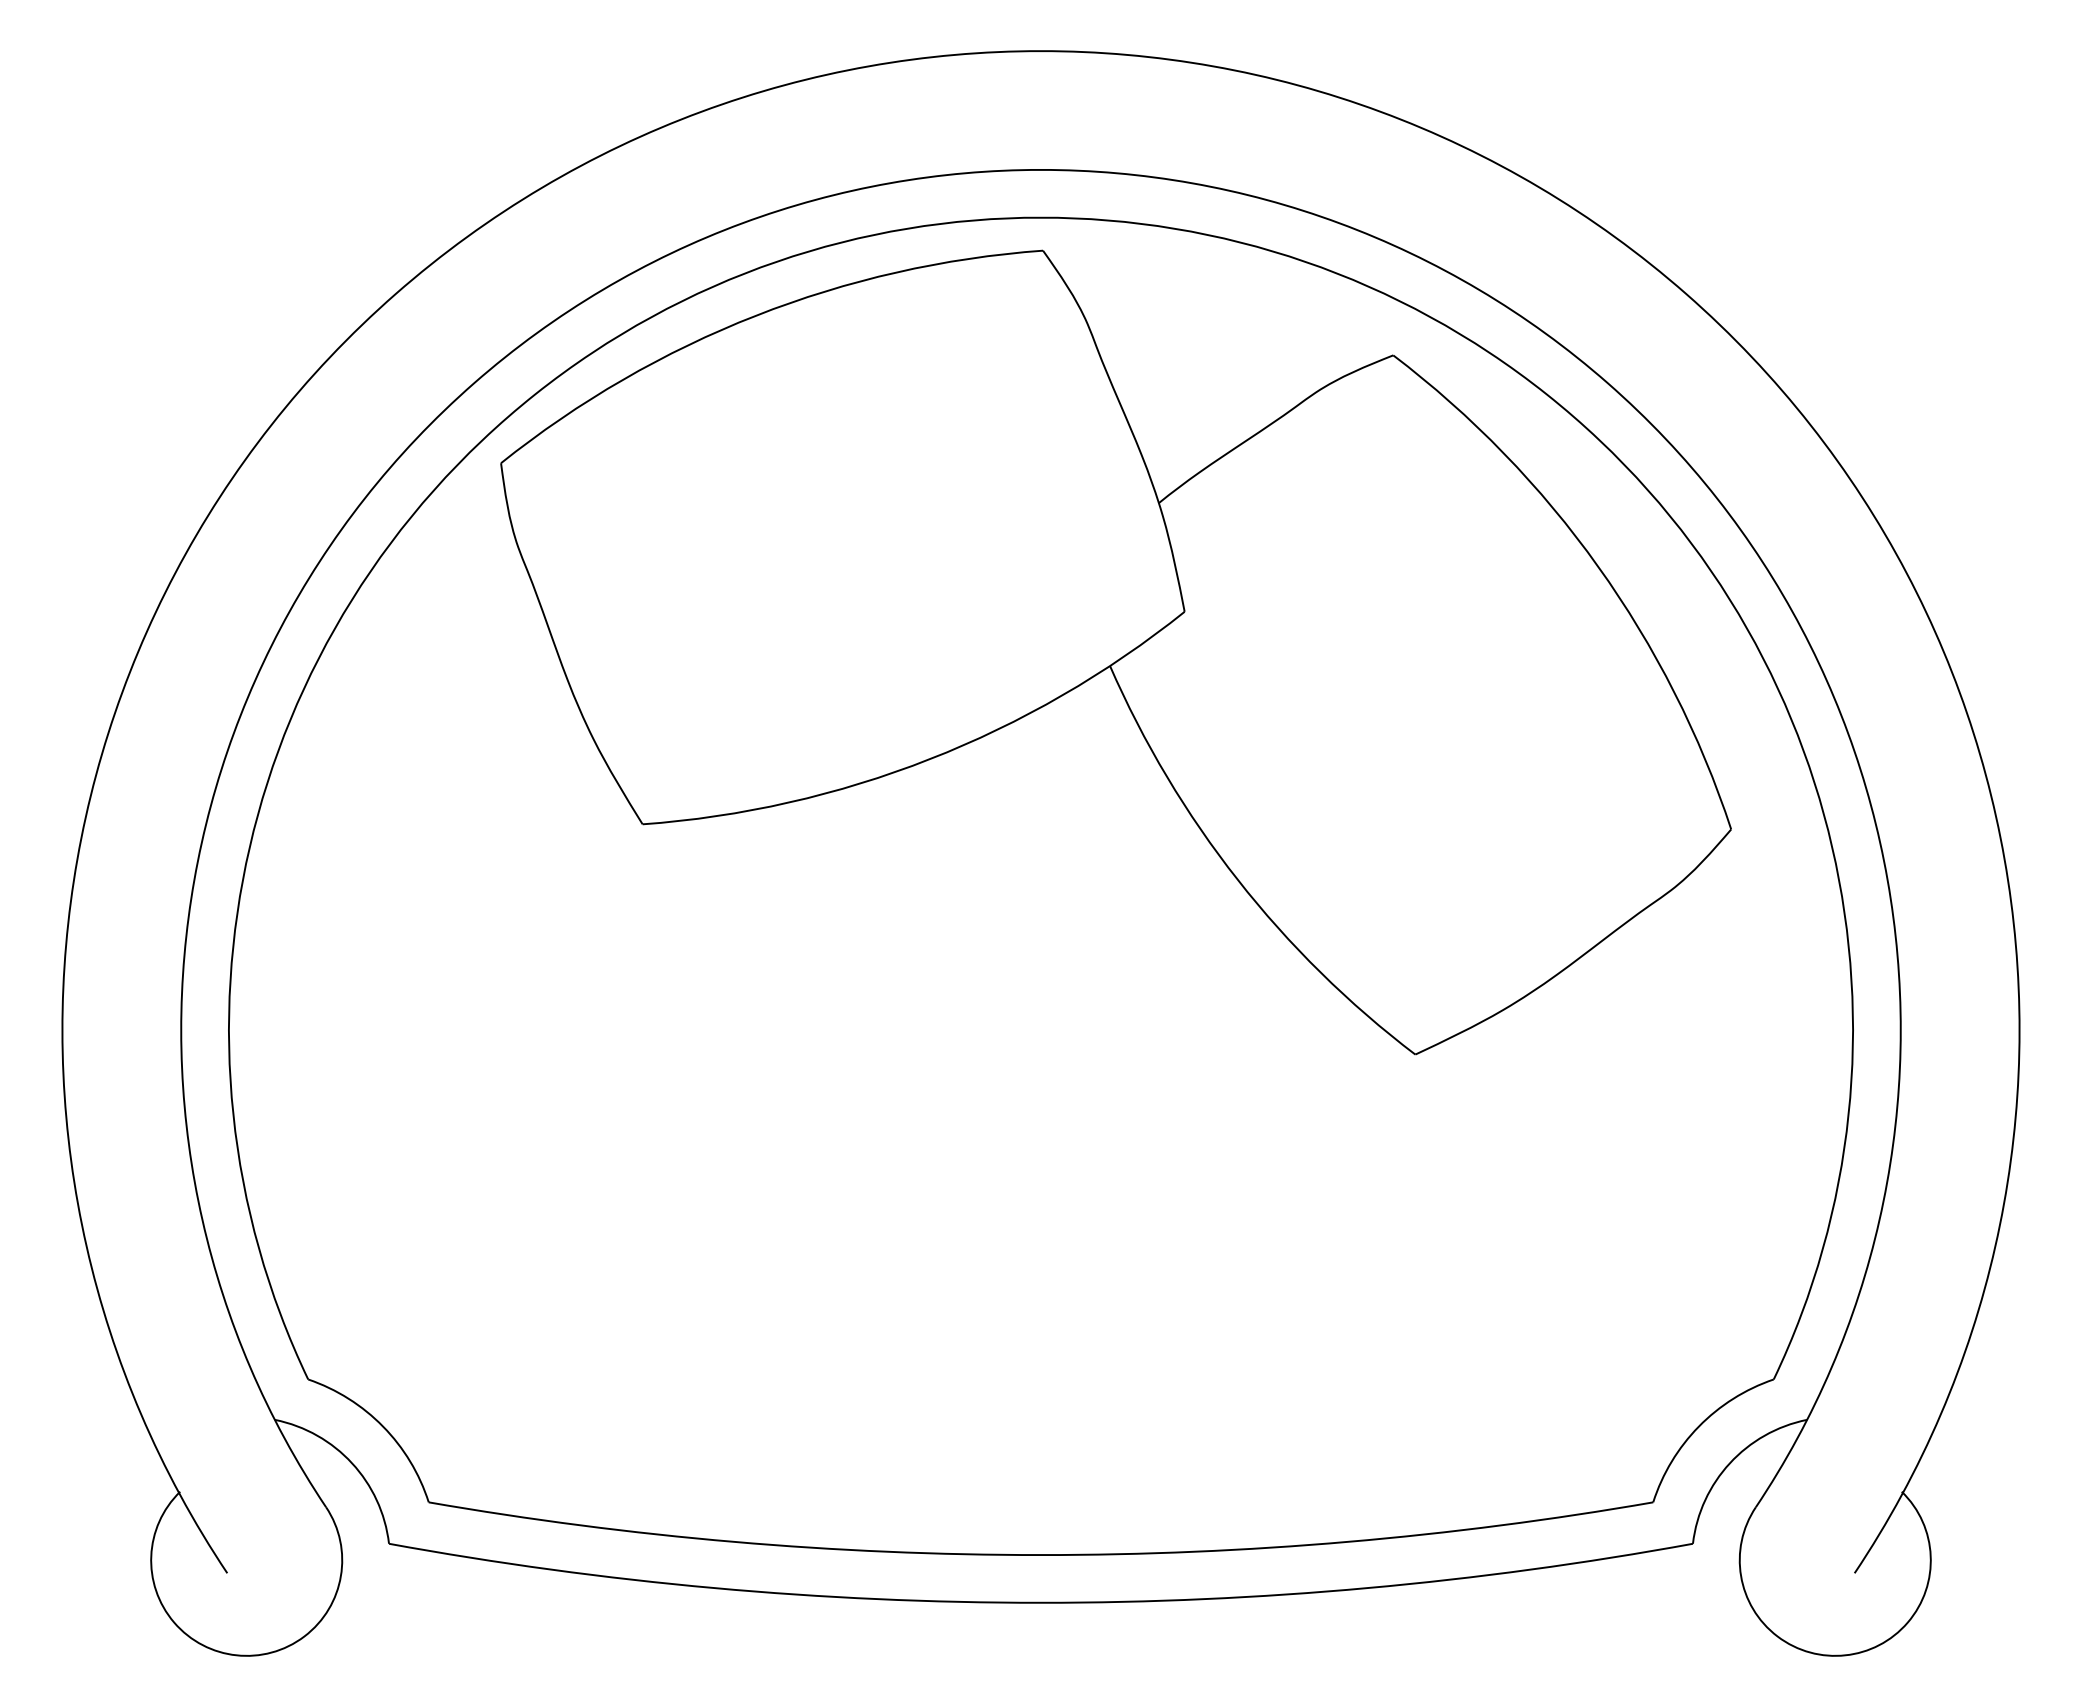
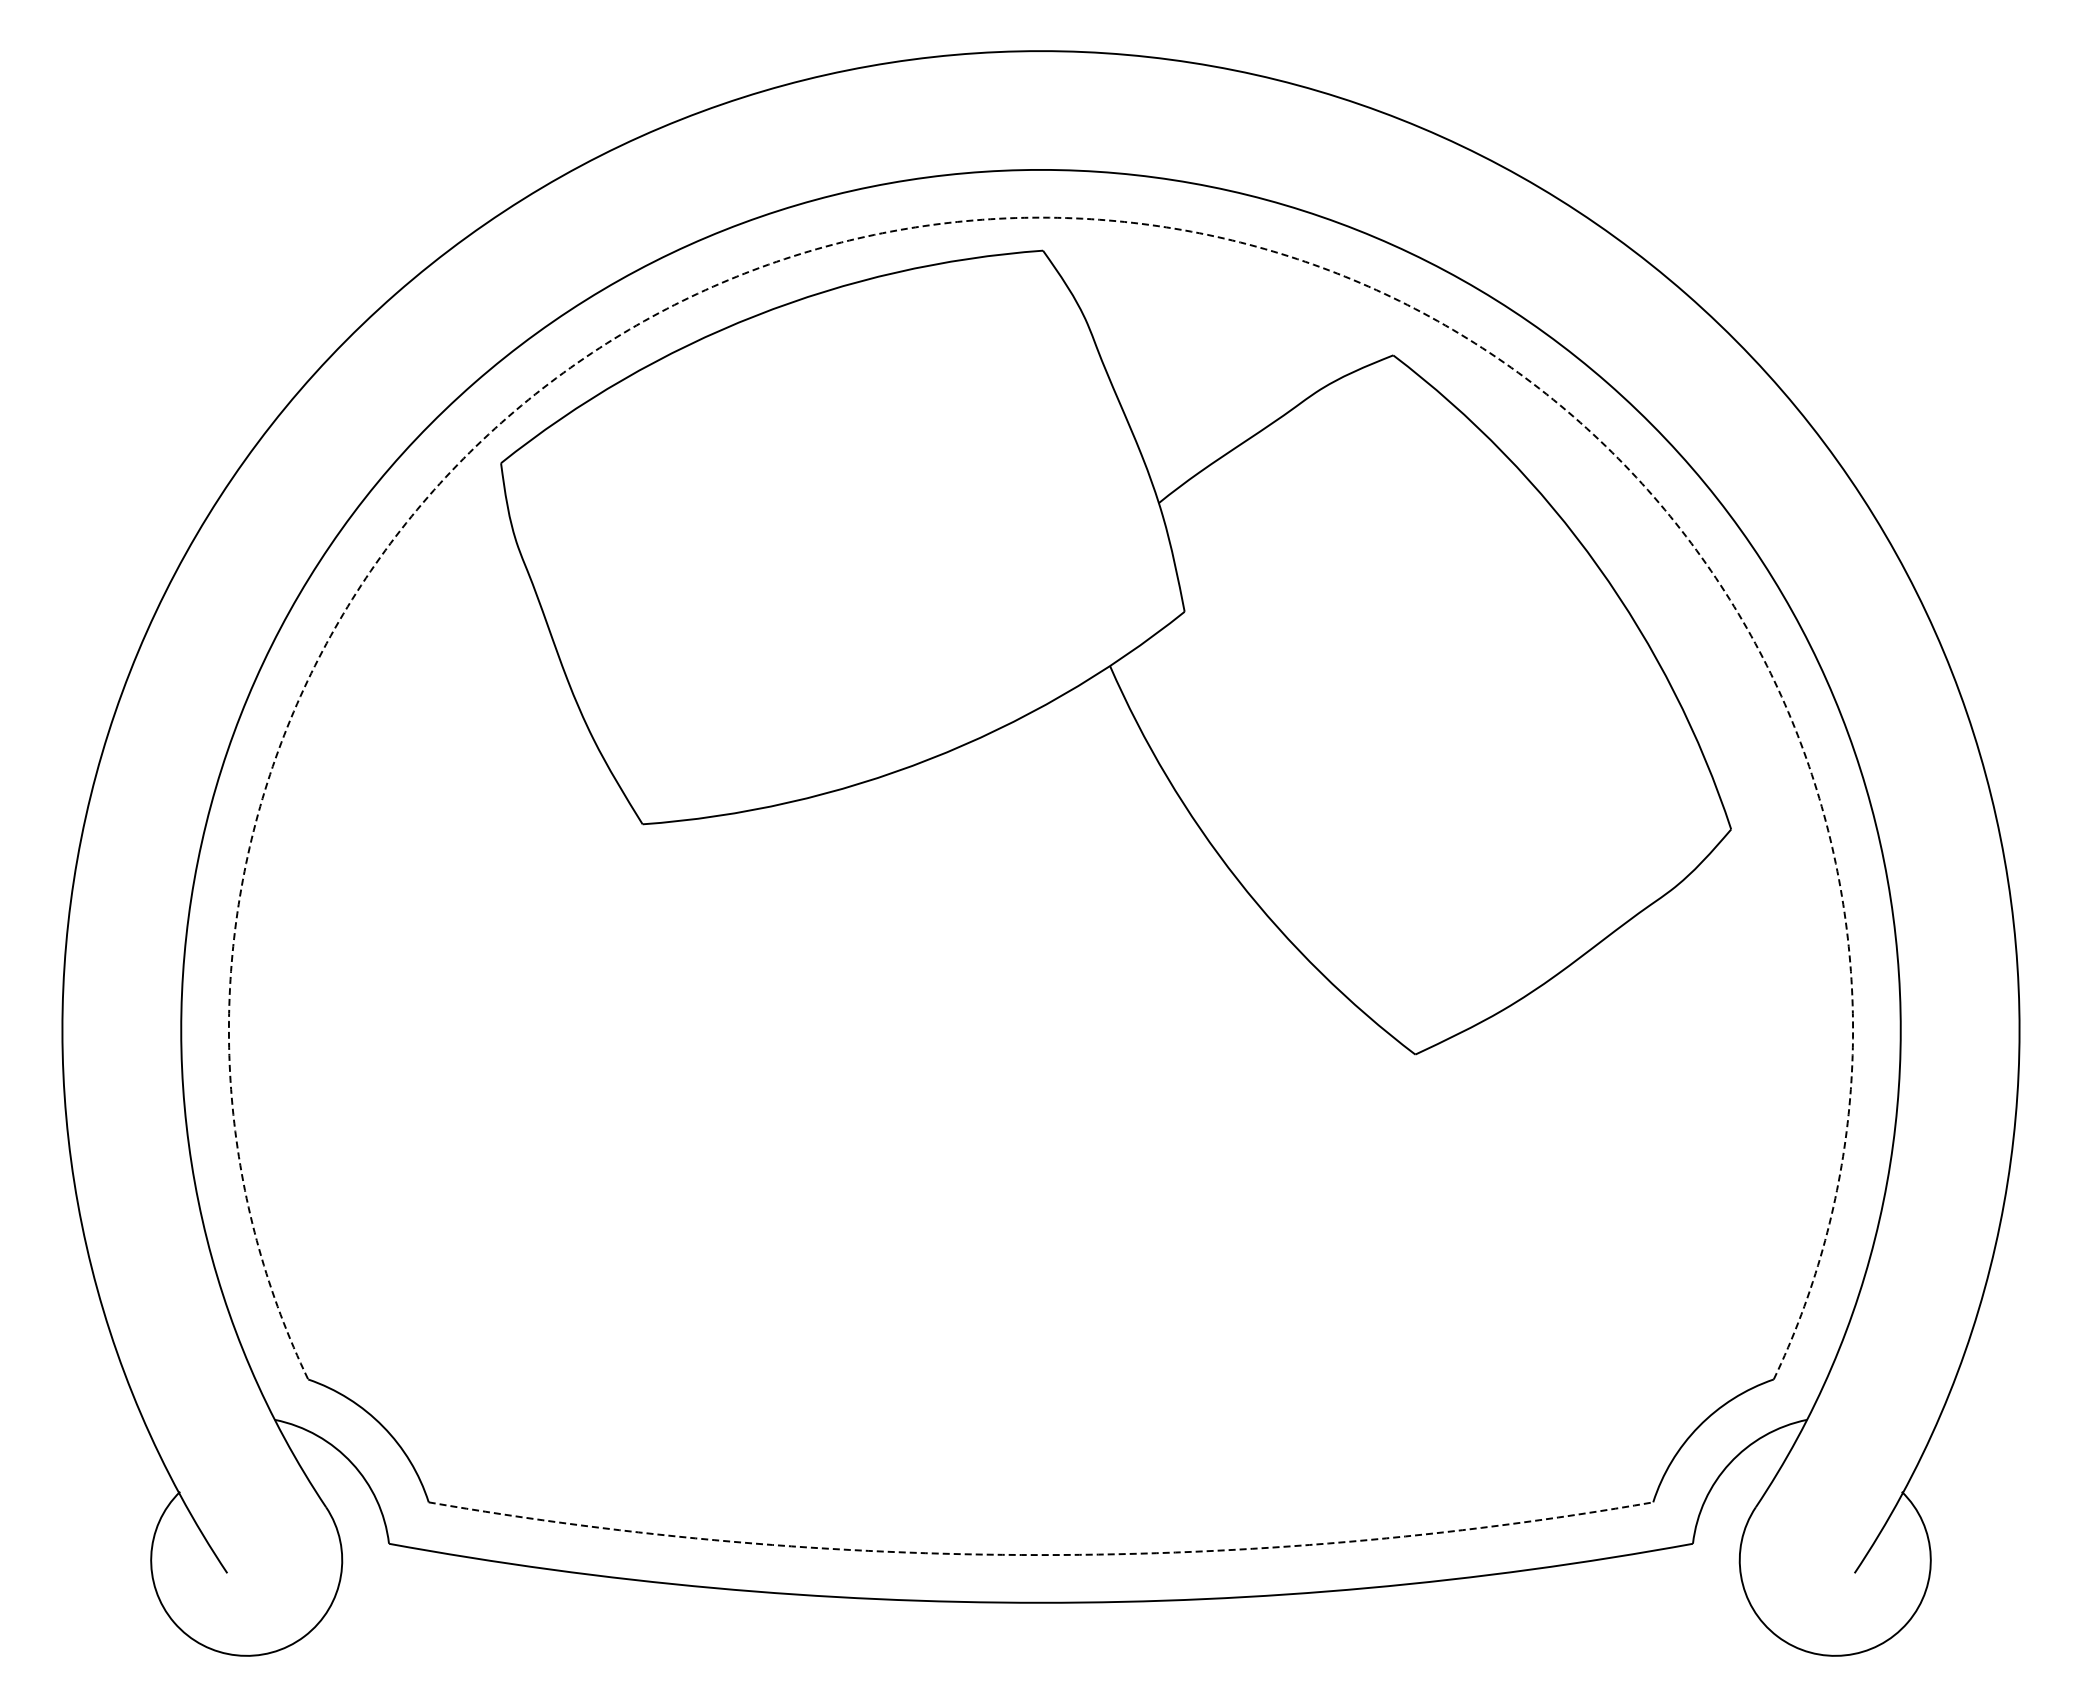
arc at (1041, 217): solid -> dashed
arc at (1041, 1555): solid -> dashed
